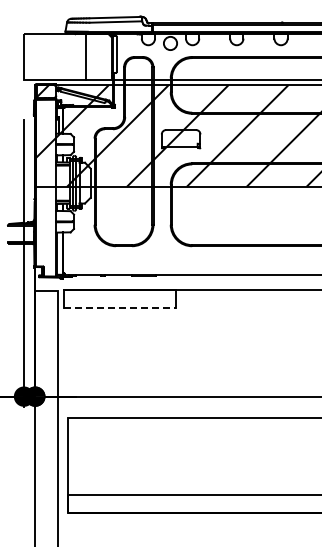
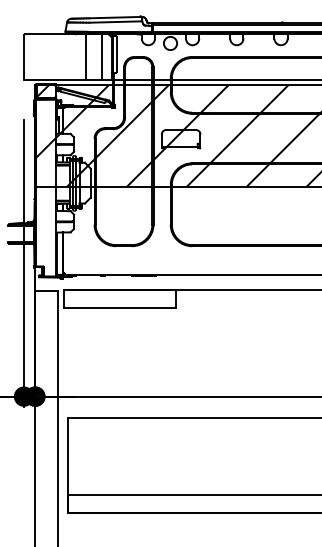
line at (101, 56): none -> present
line at (120, 307): dashed -> solid
